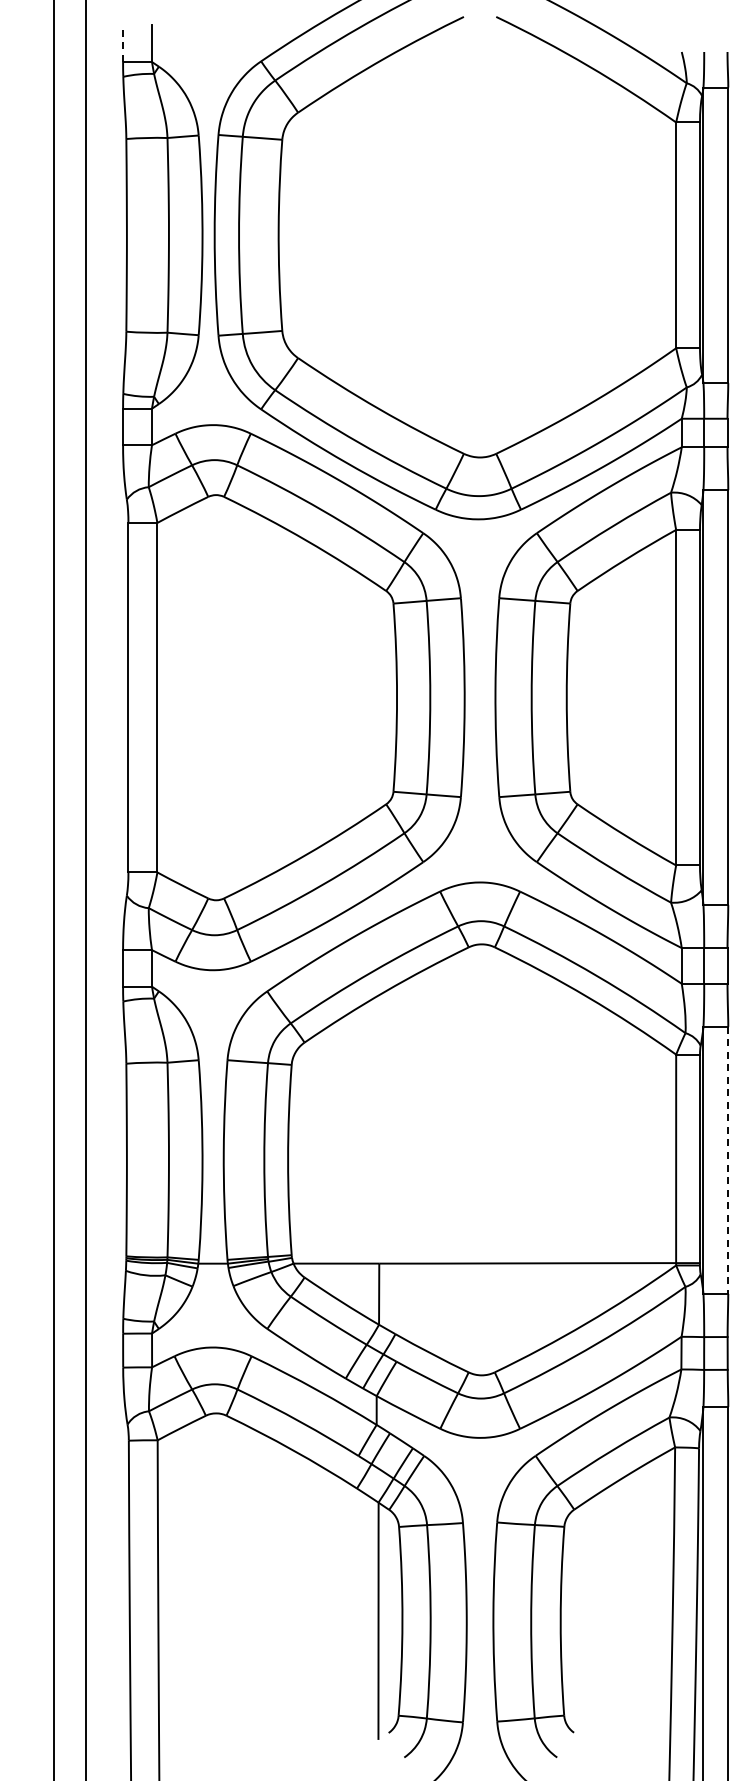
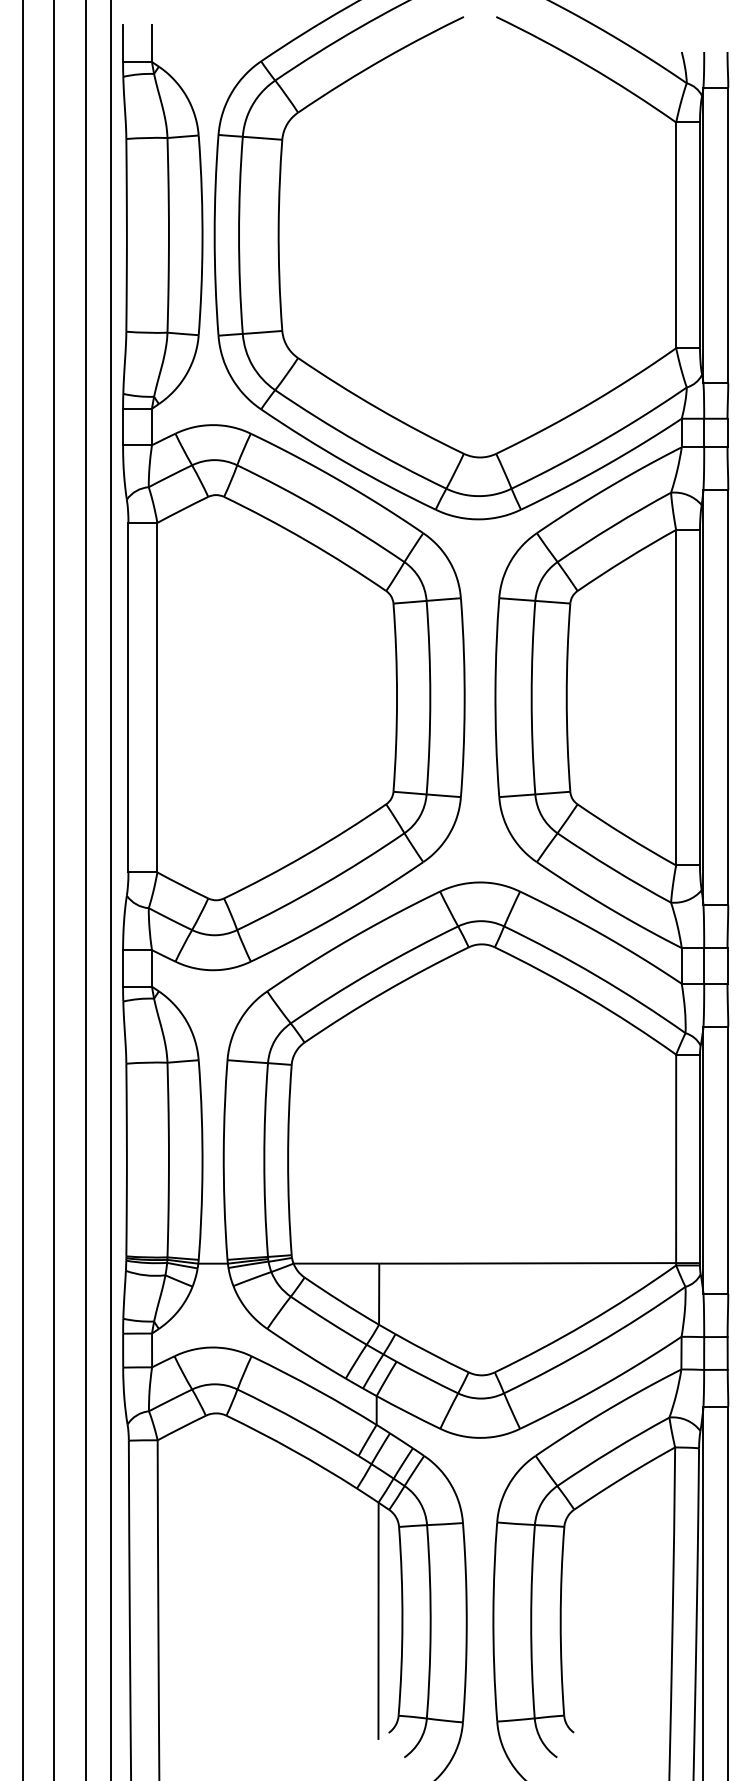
line at (123, 43): dashed -> solid
line at (22, 889): none -> present
line at (111, 889): none -> present
line at (728, 1160): dashed -> solid
